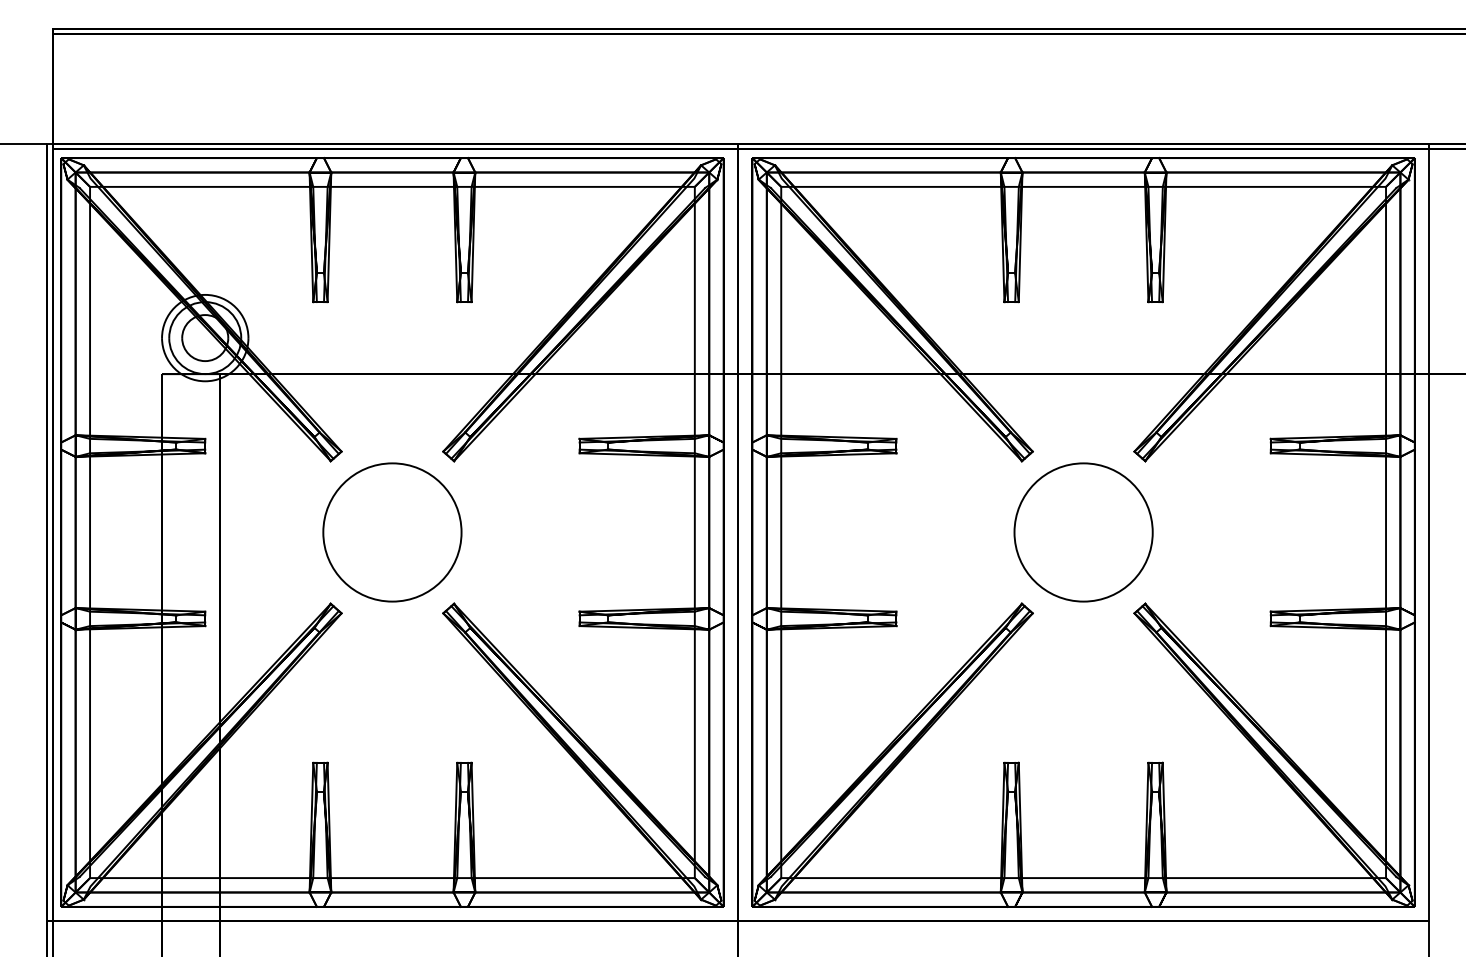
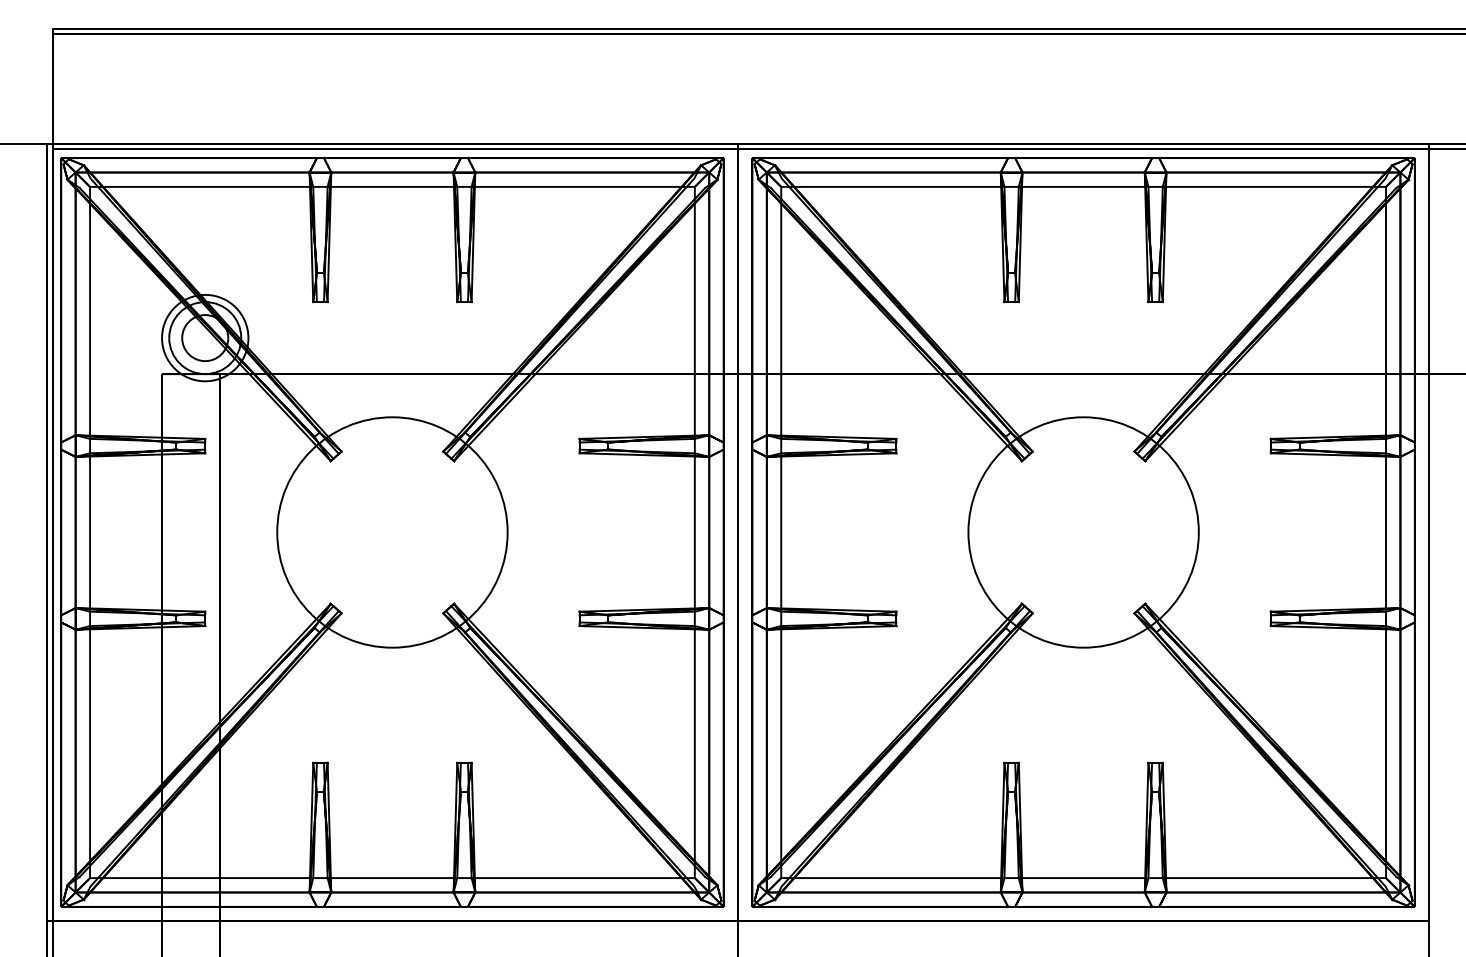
circle at (392, 532) diameter: 138 px -> 230 px
circle at (1083, 532) diameter: 138 px -> 230 px
